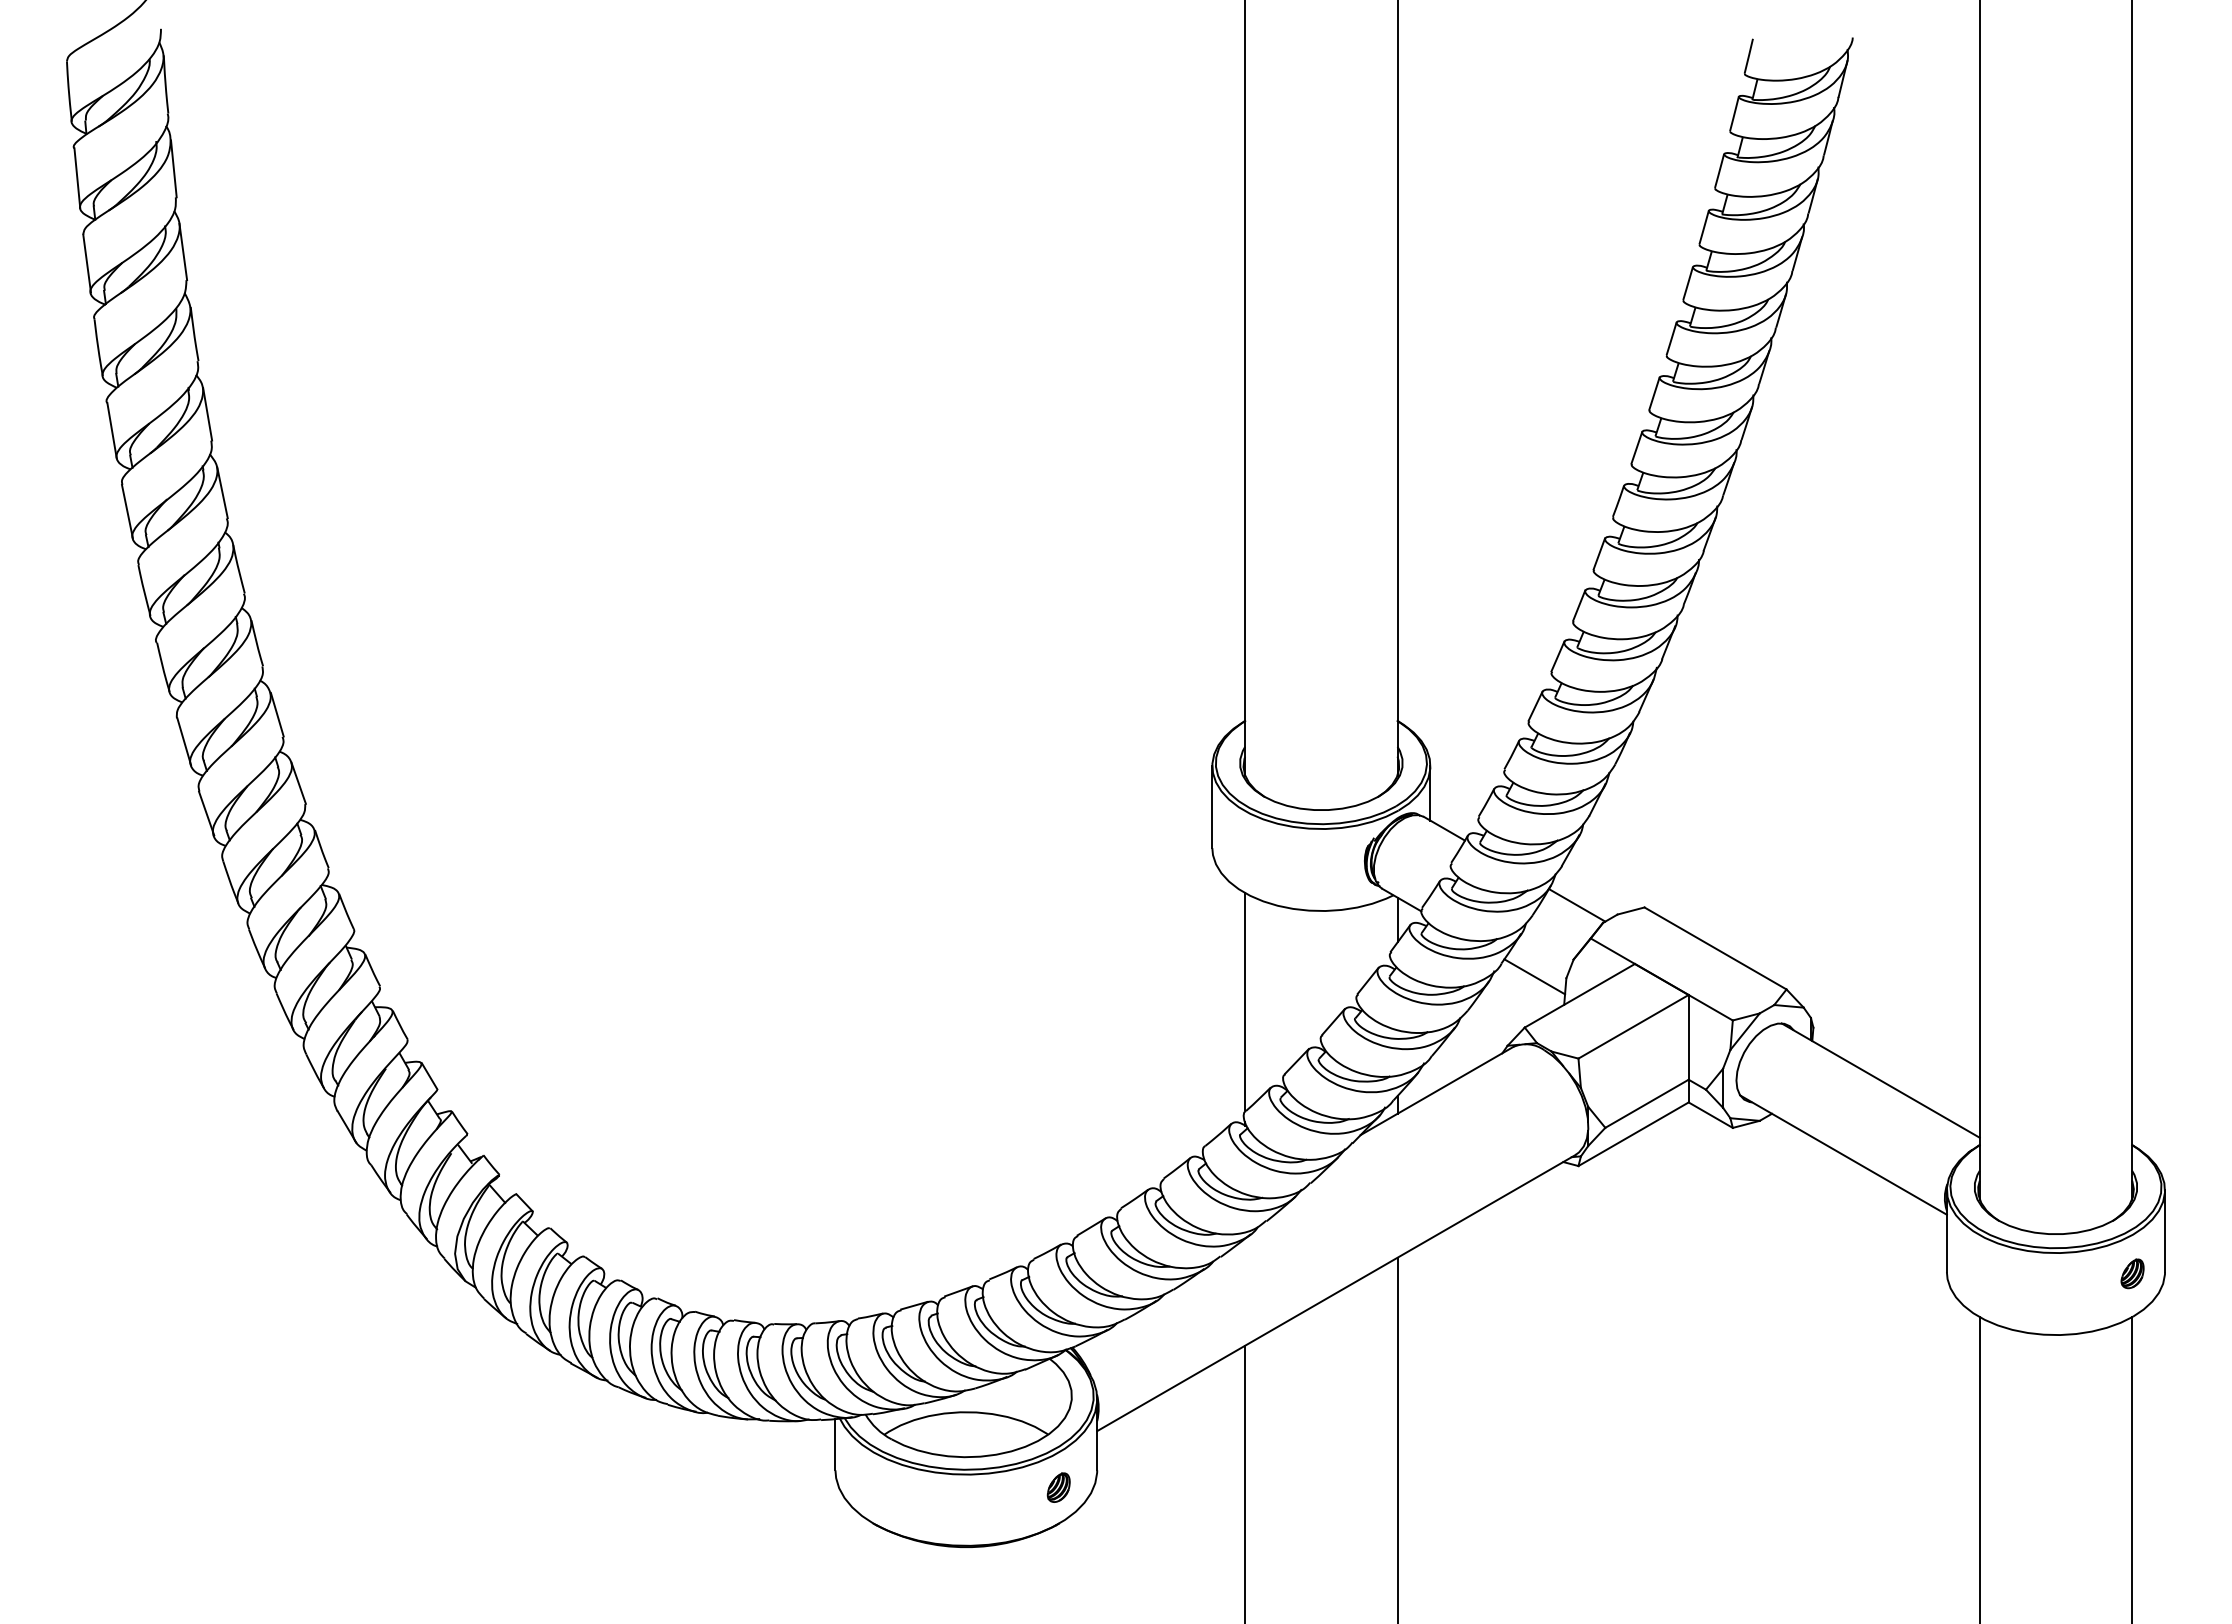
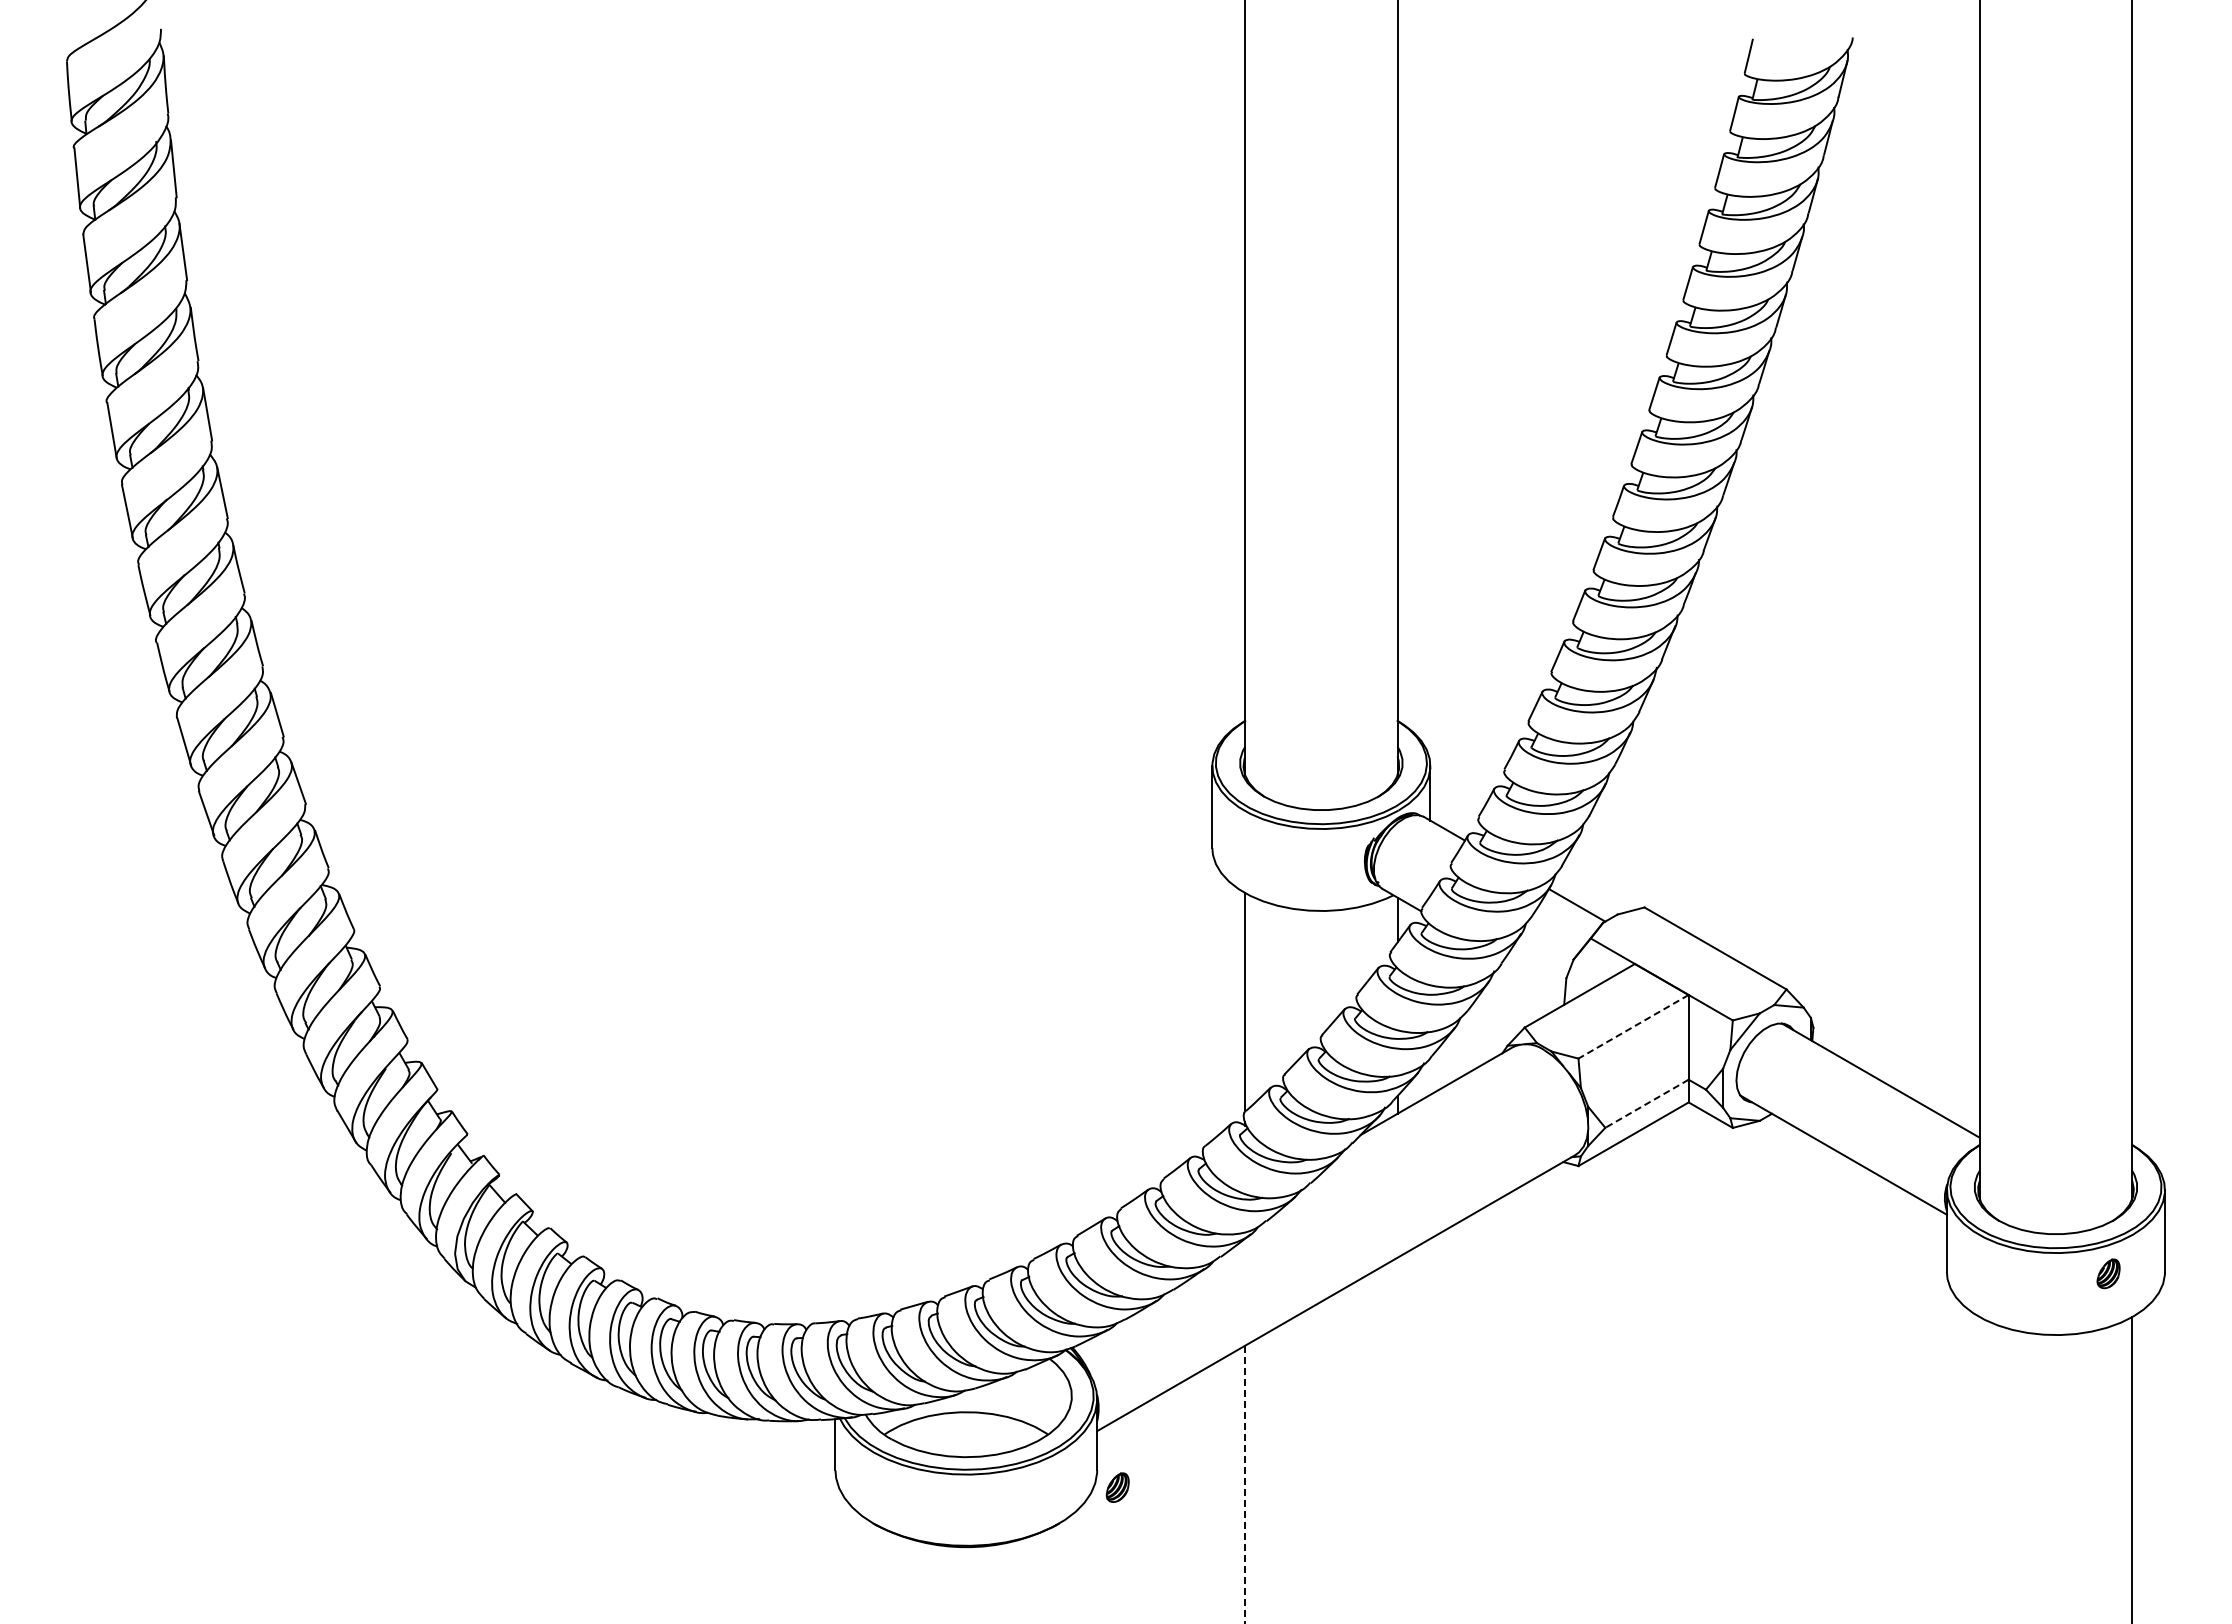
line at (1534, 976): present -> none
line at (1633, 1026): solid -> dashed
line at (1646, 1104): solid -> dashed
part at (2132, 1273) position: (2132, 1273) -> (2108, 1273)
line at (1397, 1438): present -> none
line at (1979, 1468): present -> none
line at (1245, 1484): solid -> dashed
part at (1058, 1487) position: (1058, 1487) -> (1117, 1487)
